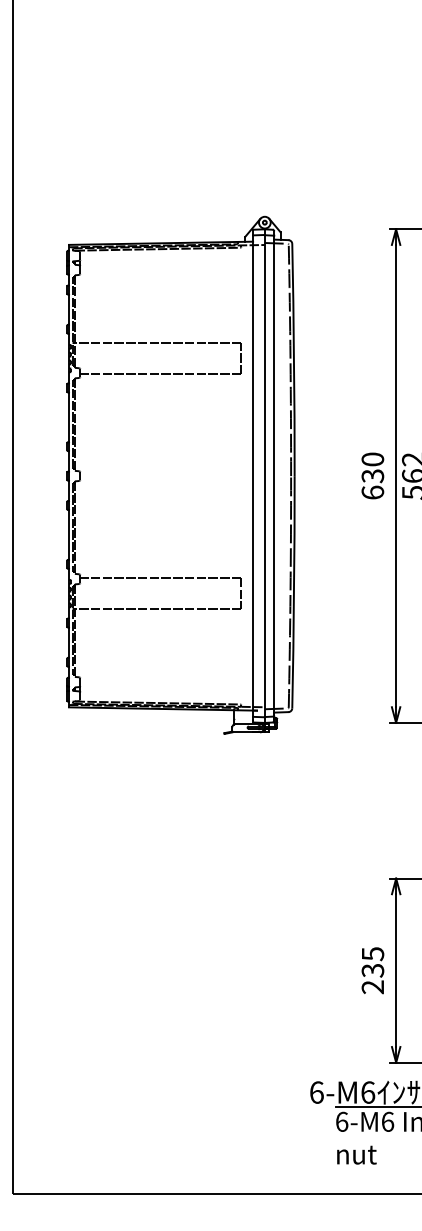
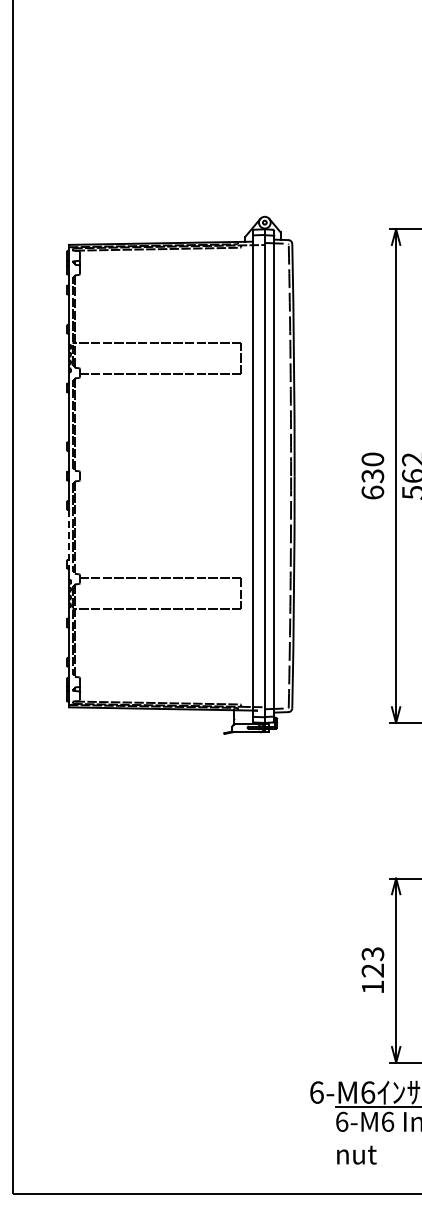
line at (68, 540): solid -> dashed
text at (372, 970): 235 -> 123
